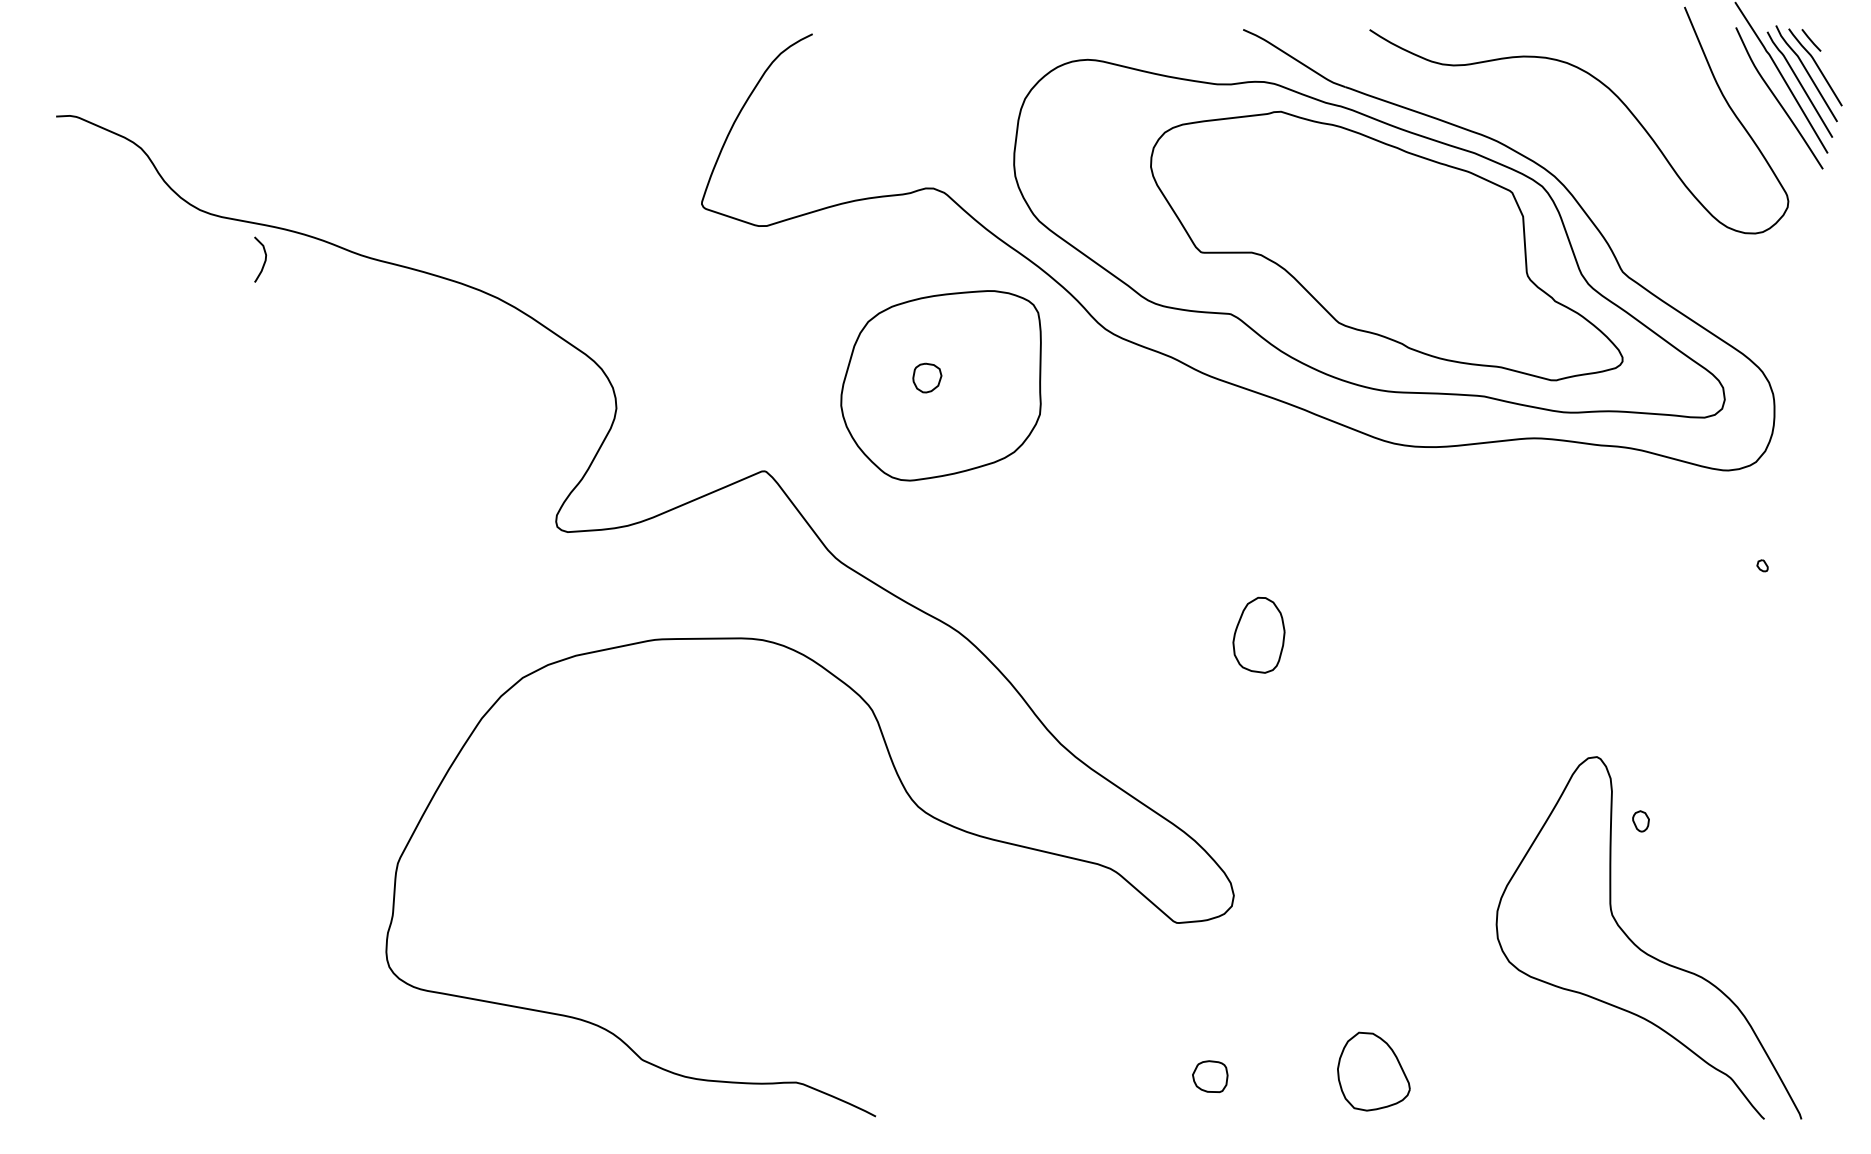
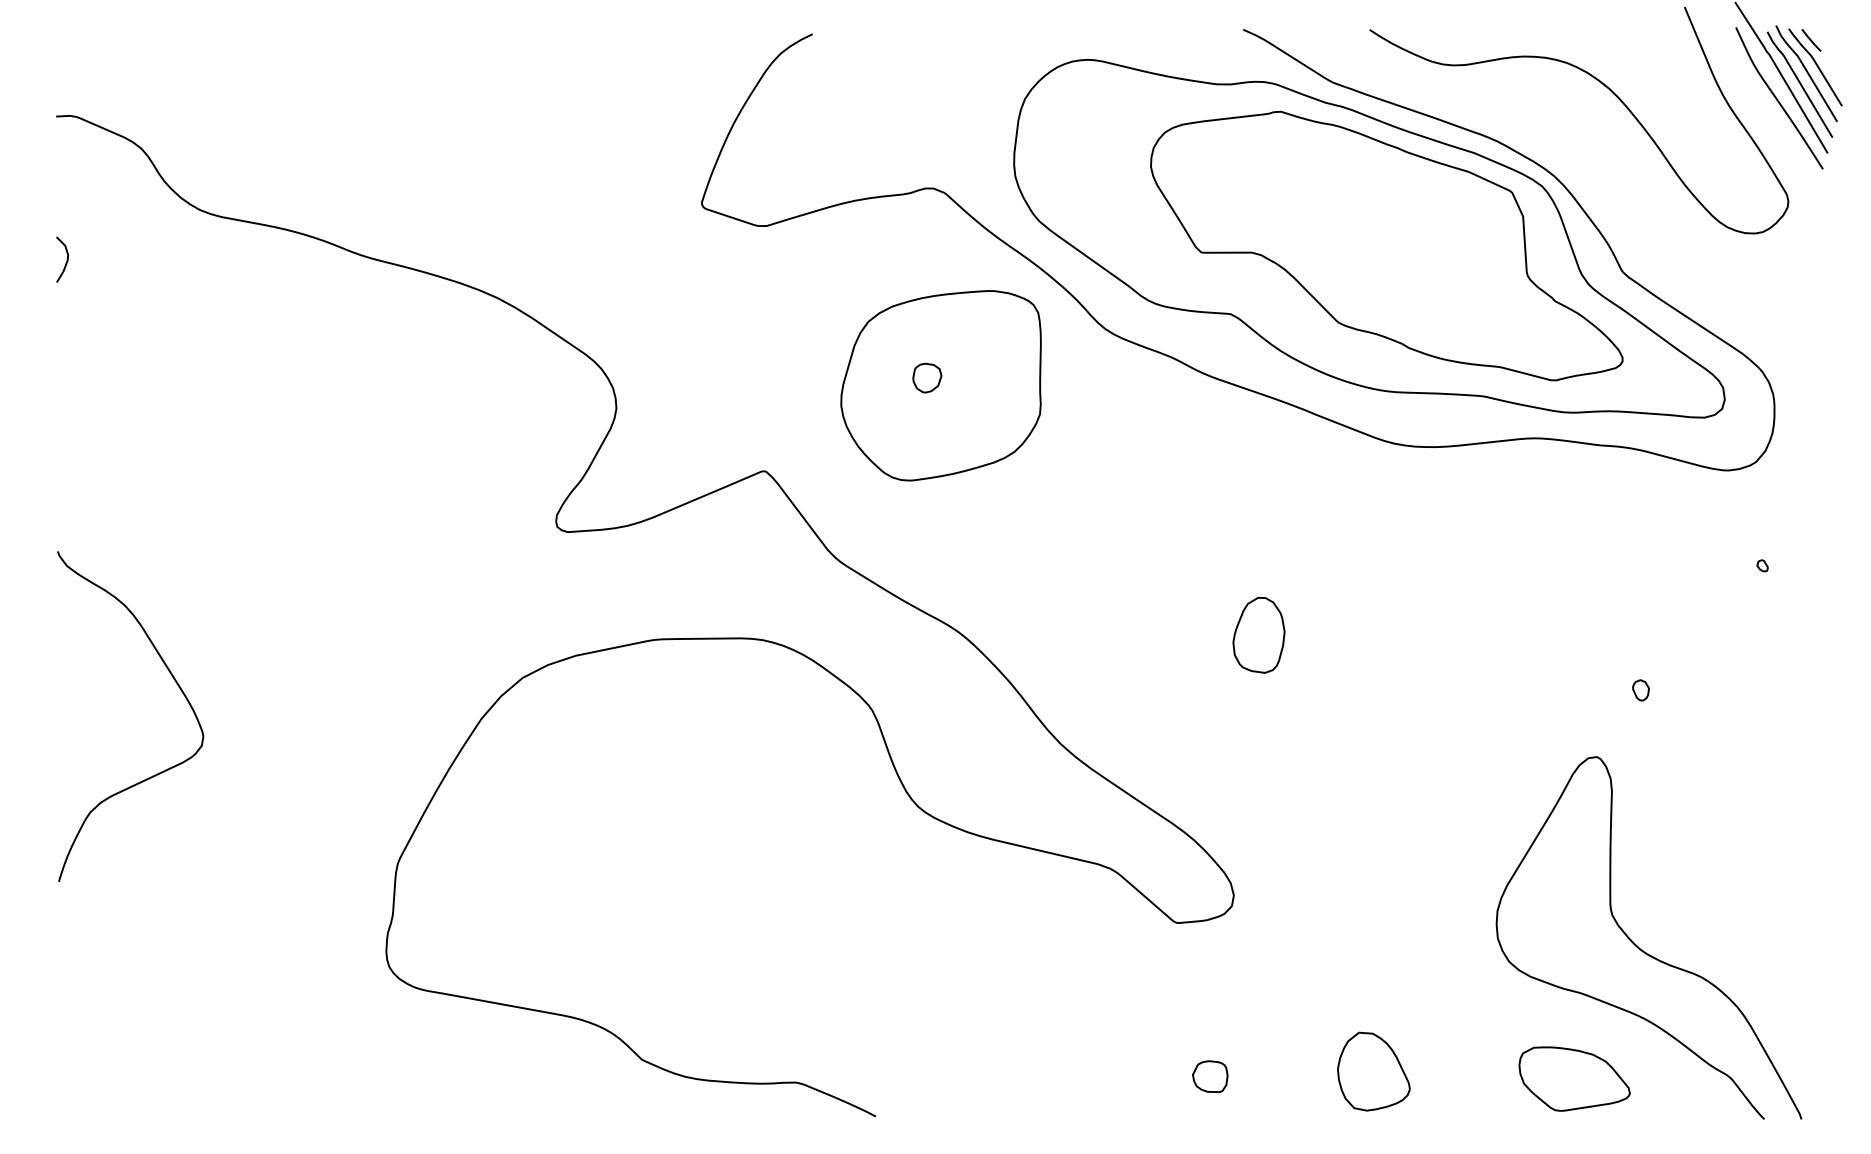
curve at (264, 259) position: (264, 259) -> (66, 259)
curve at (176, 684): none -> present
part at (1640, 821) position: (1640, 821) -> (1640, 690)
part at (1574, 1078): none -> present
